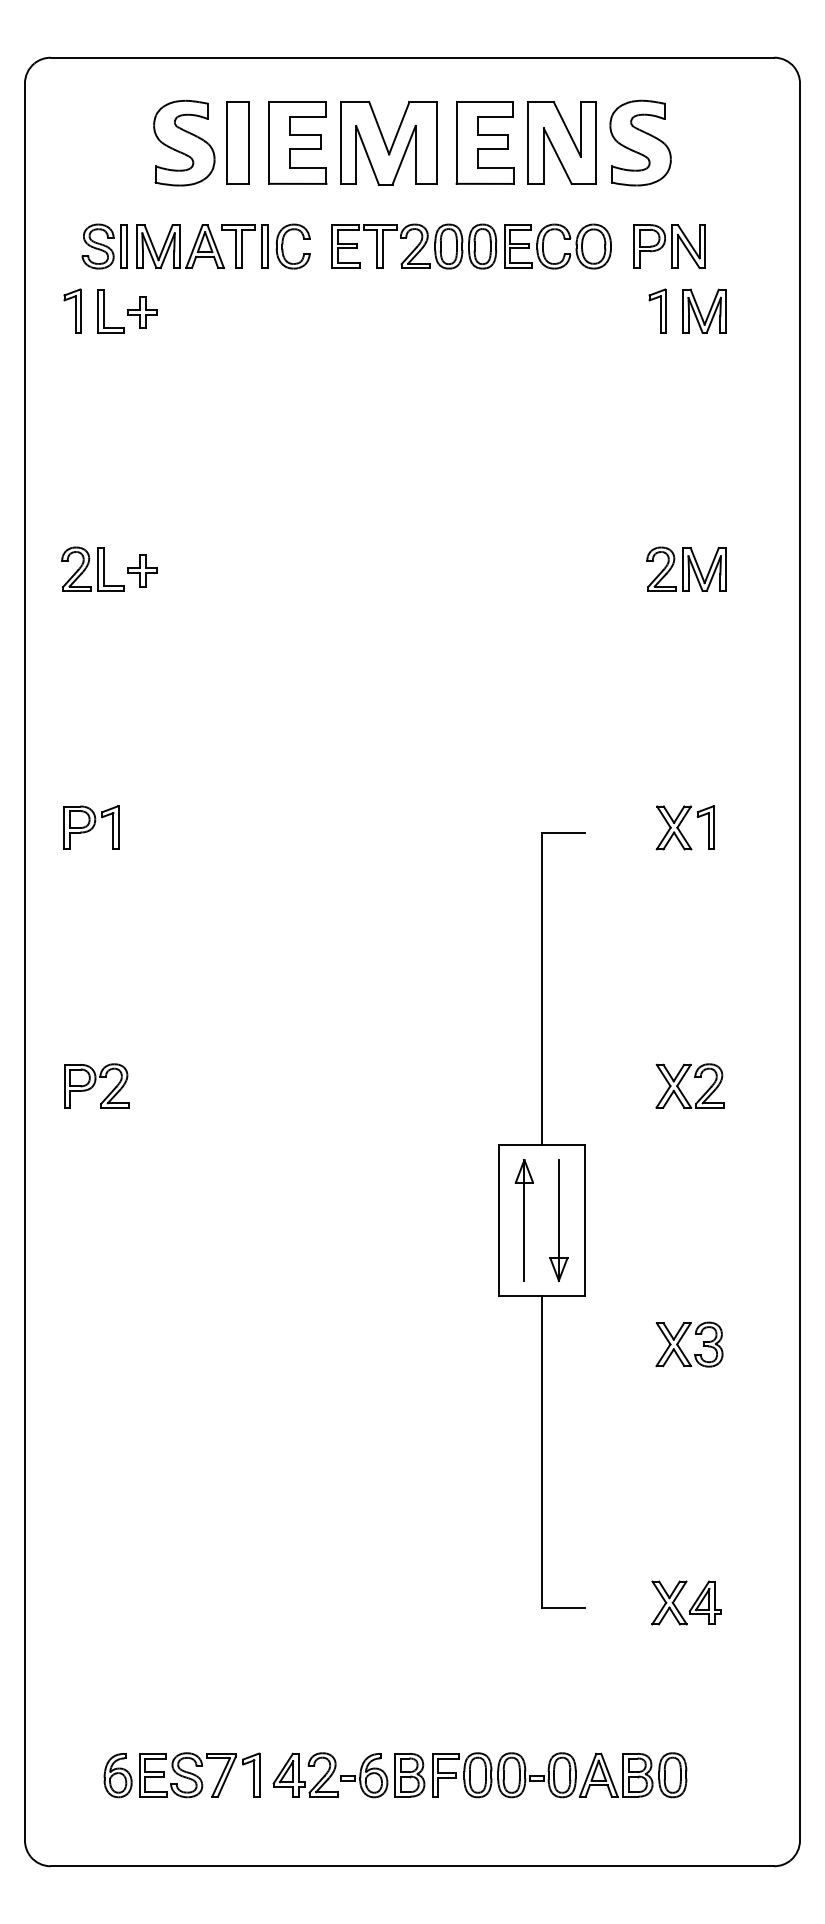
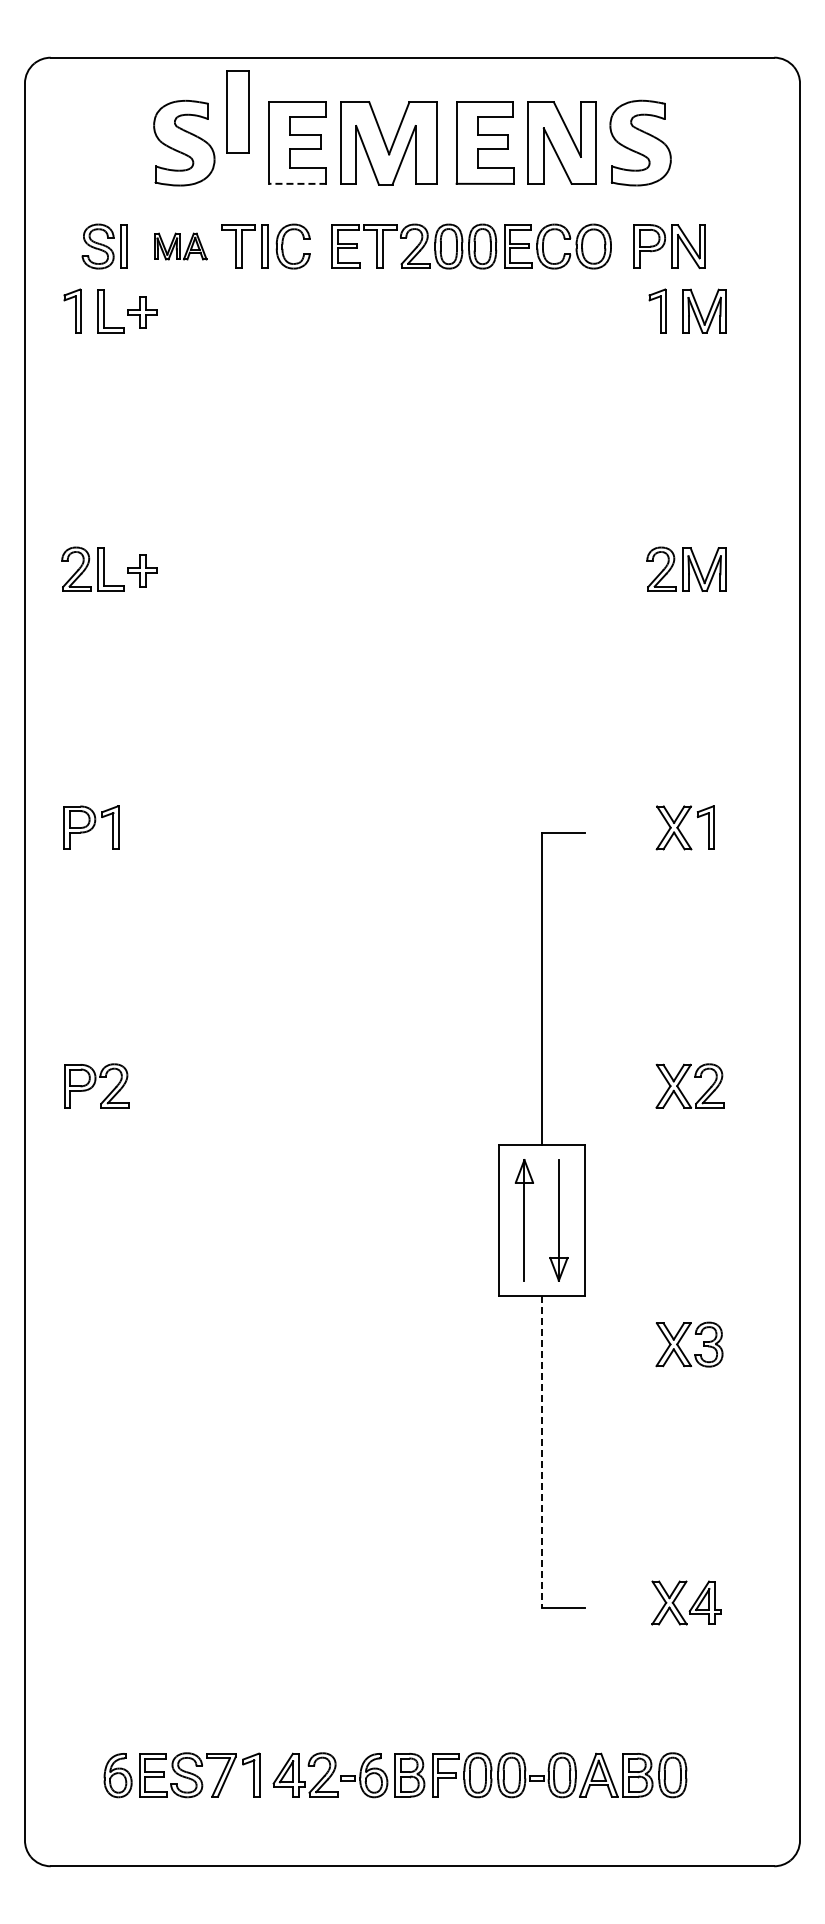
part at (237, 142) position: (237, 142) -> (237, 111)
line at (297, 183): solid -> dashed
part at (180, 246) size: 89x45 px -> 54x29 px
line at (541, 1452): solid -> dashed
